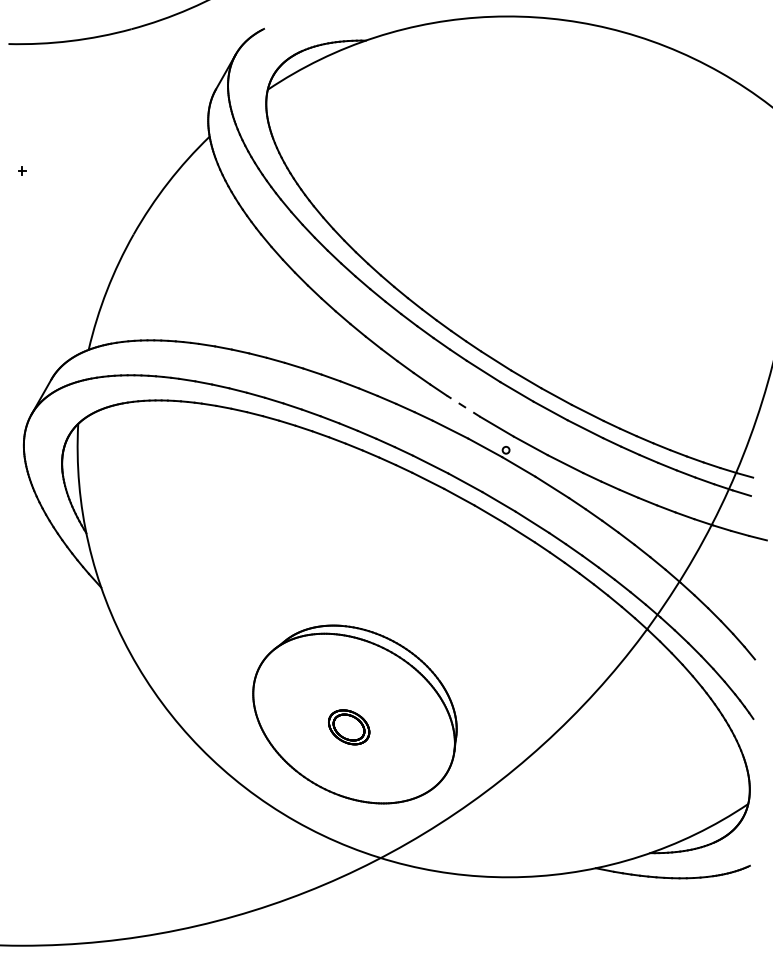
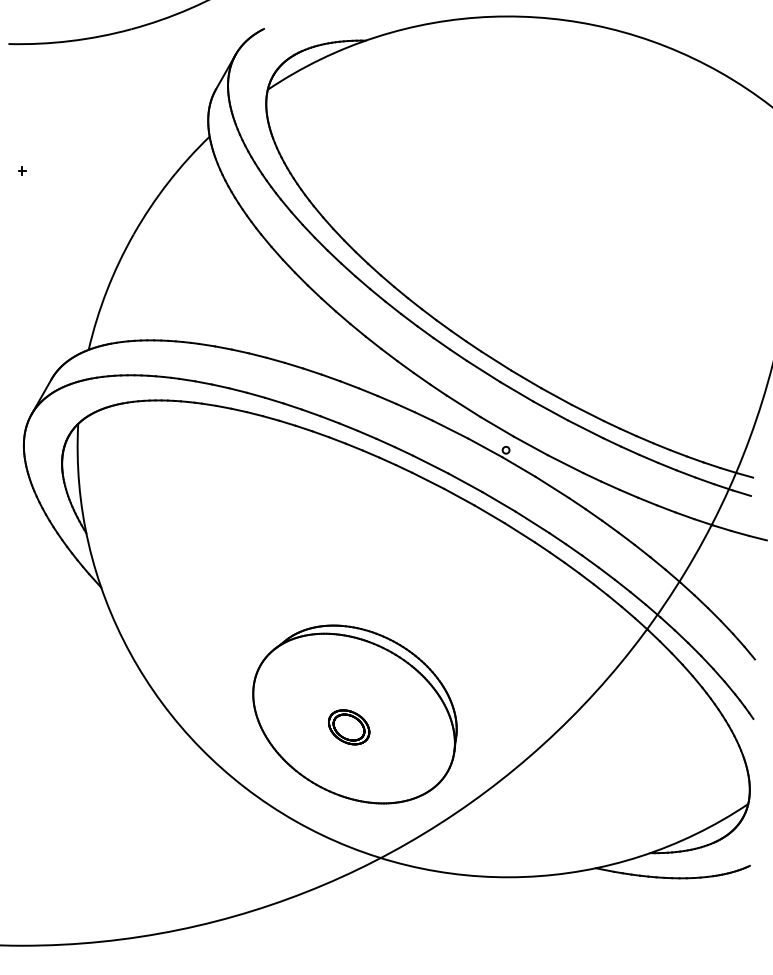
line at (463, 406): dashed -> solid
